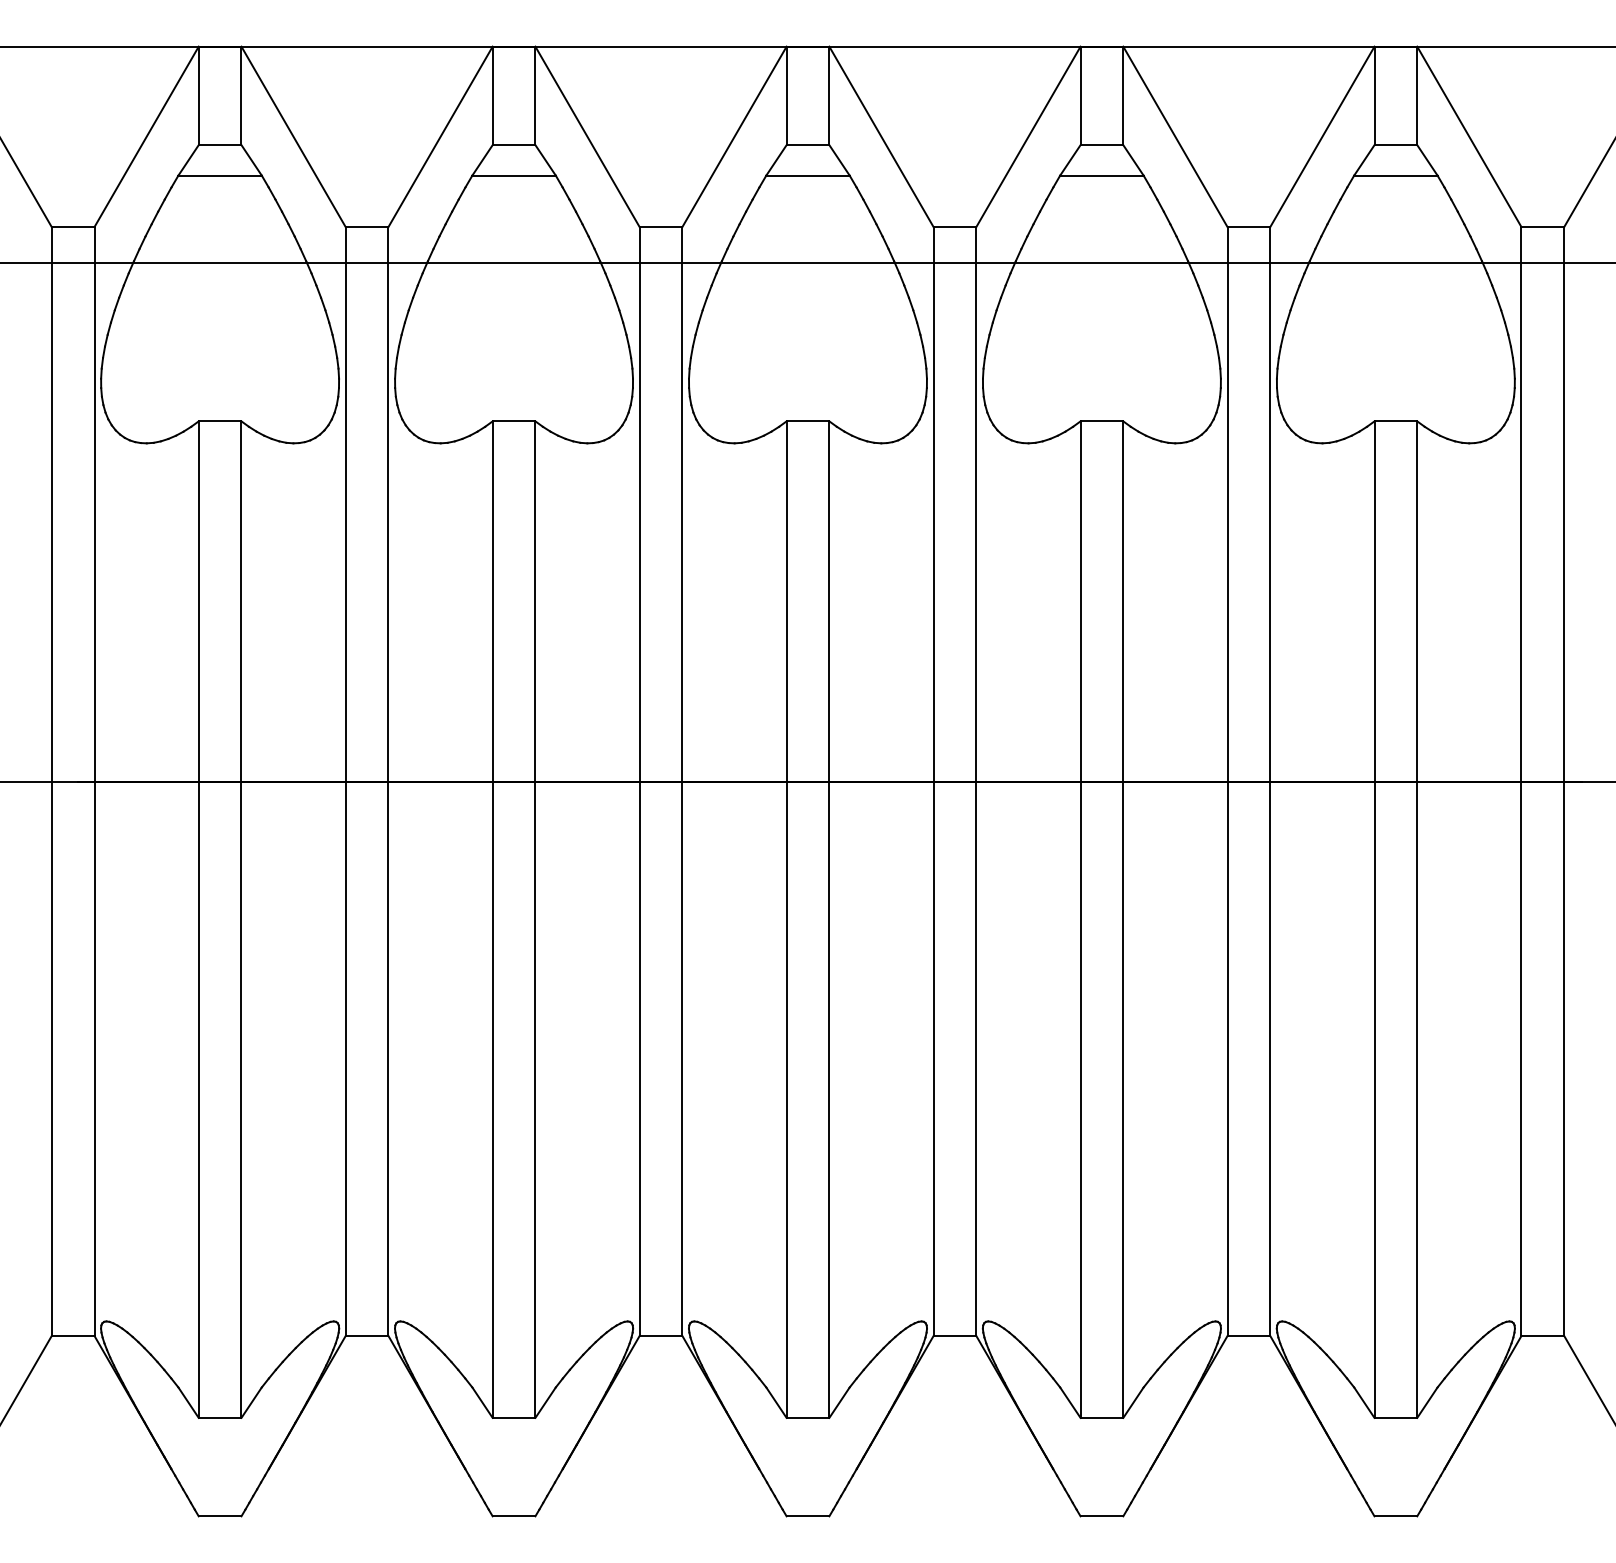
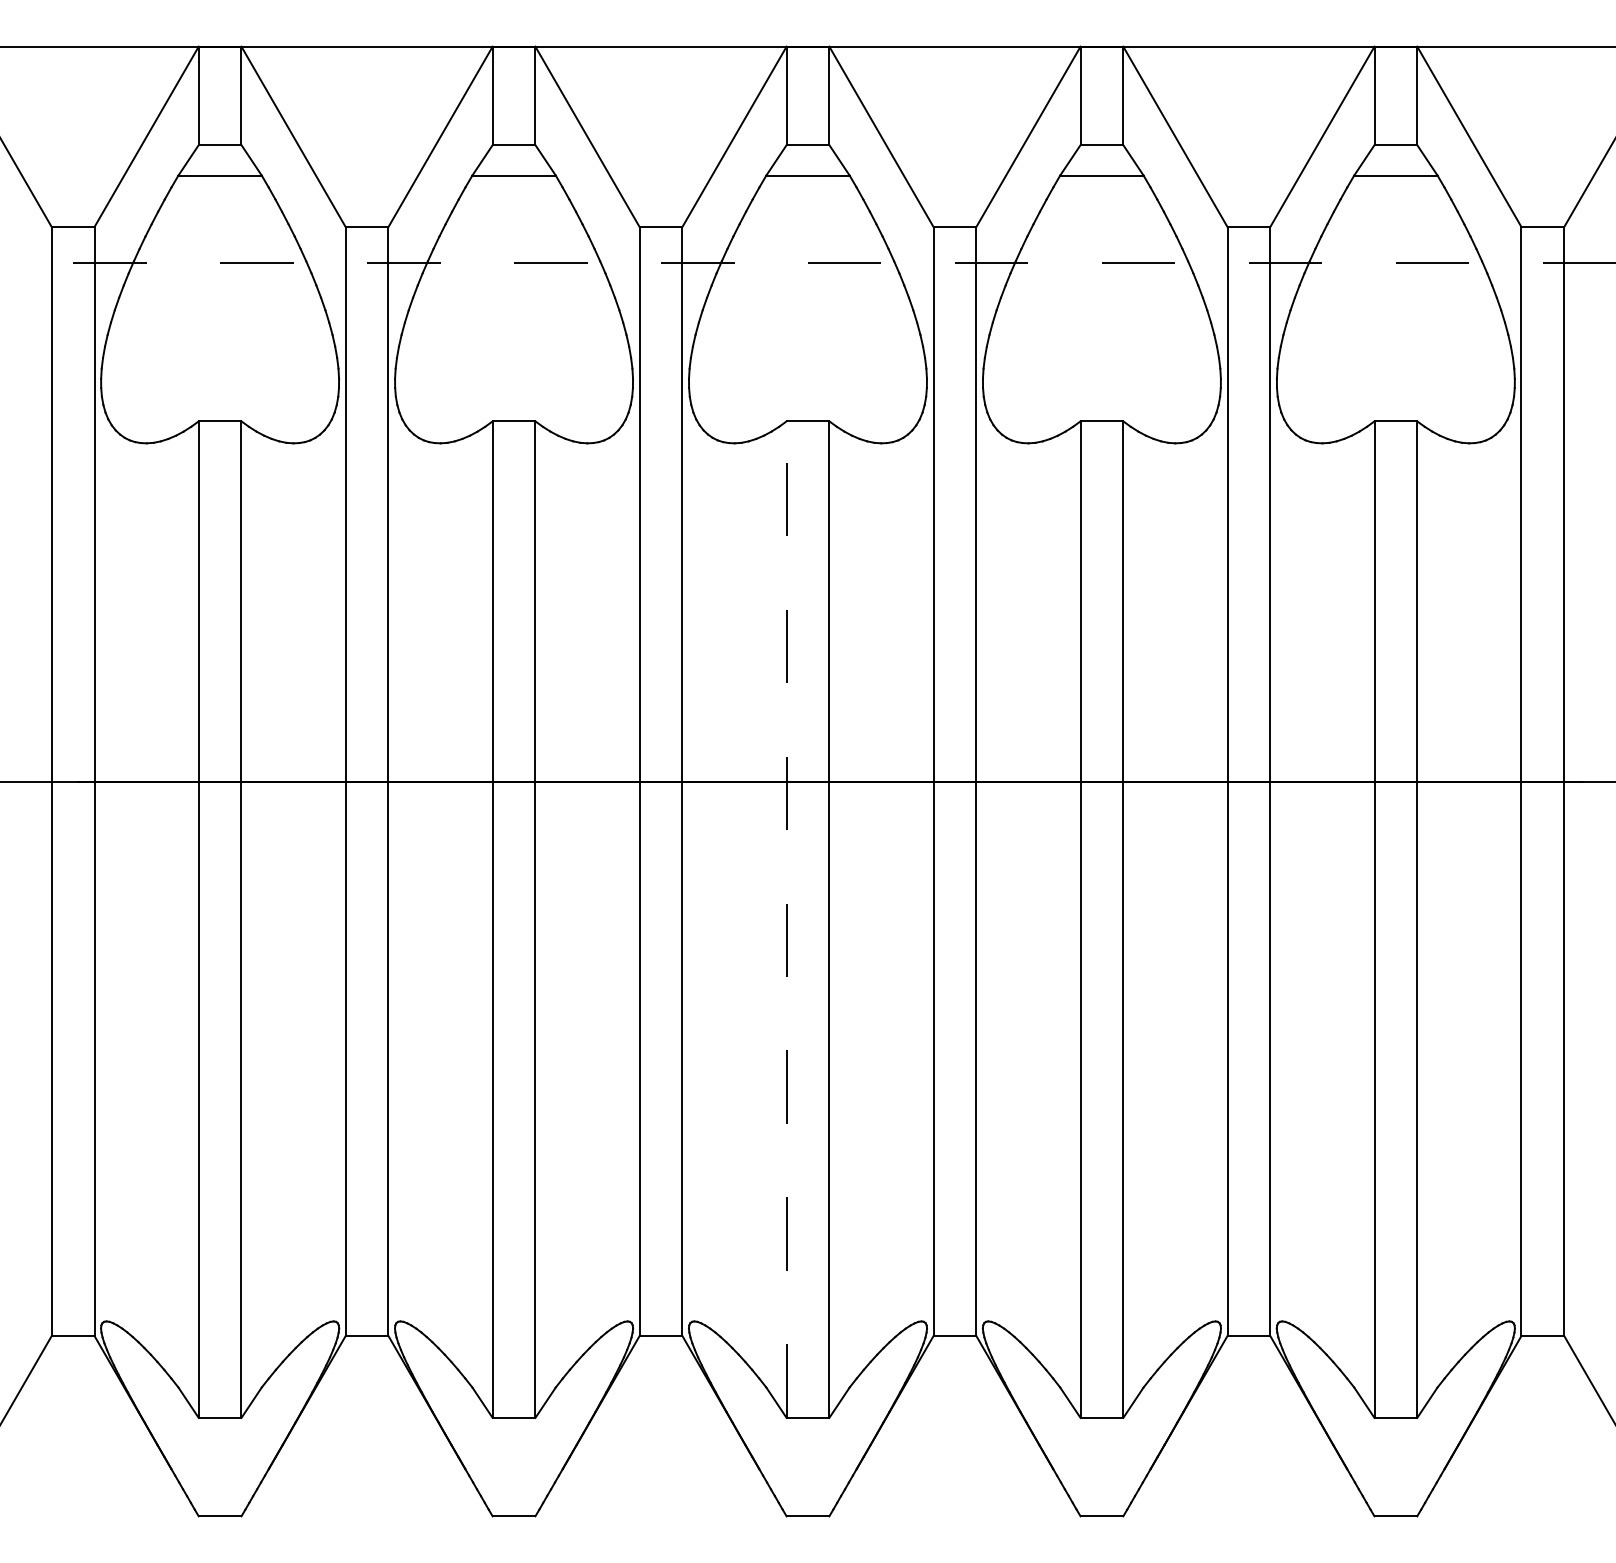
line at (808, 263): solid -> dashed
line at (786, 919): solid -> dashed
